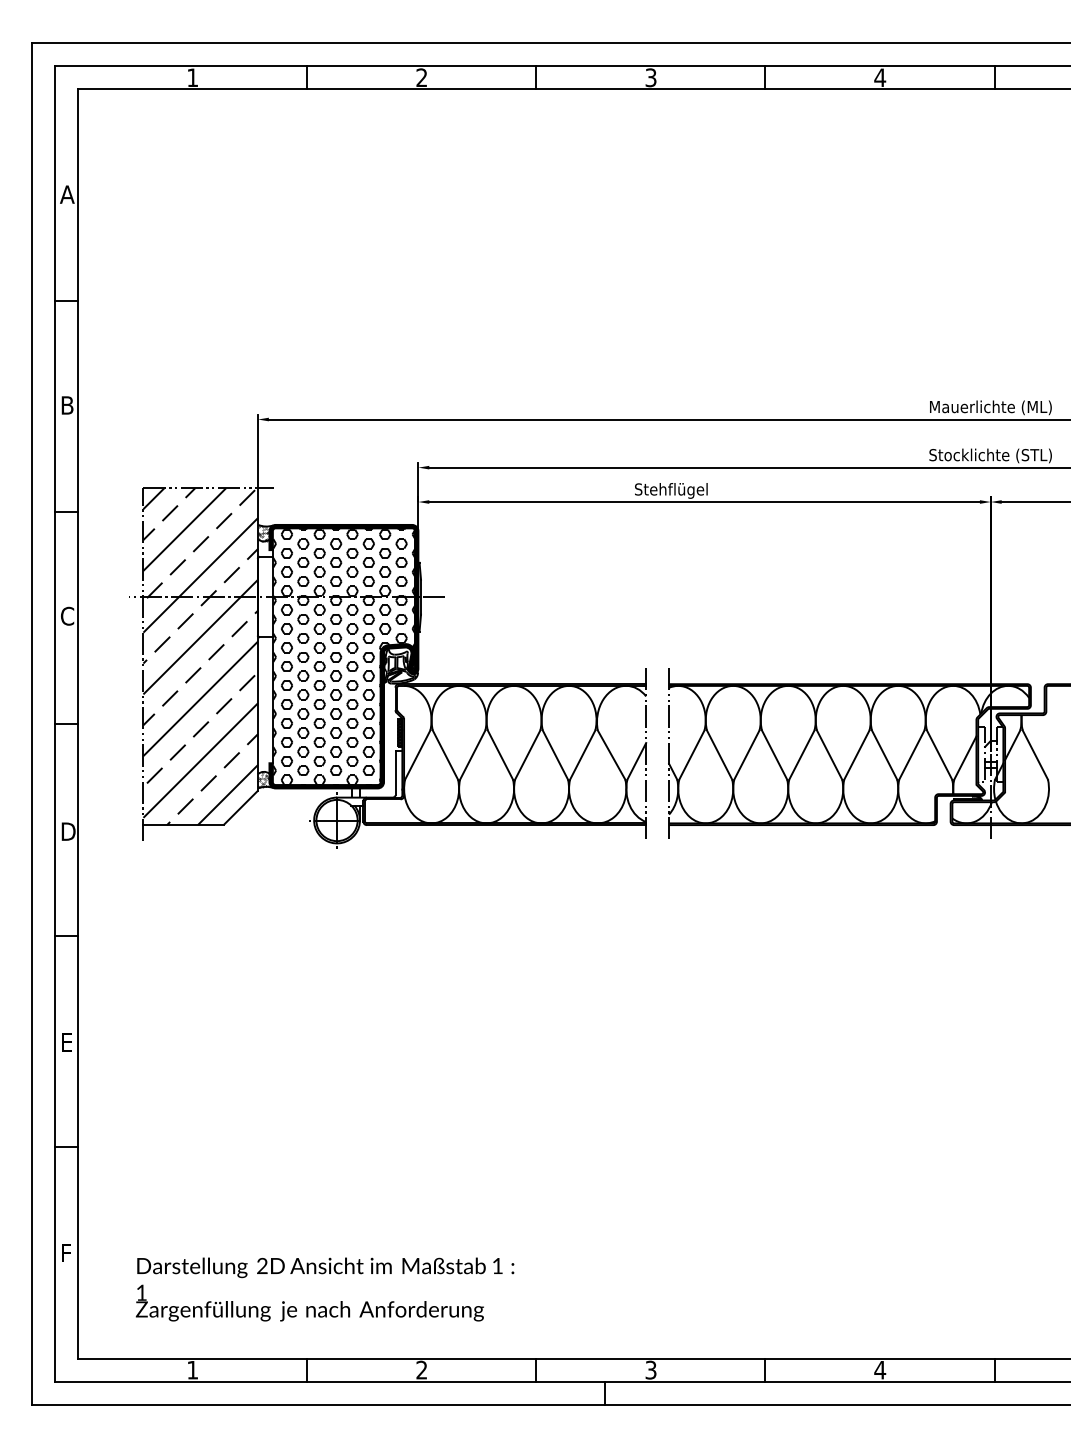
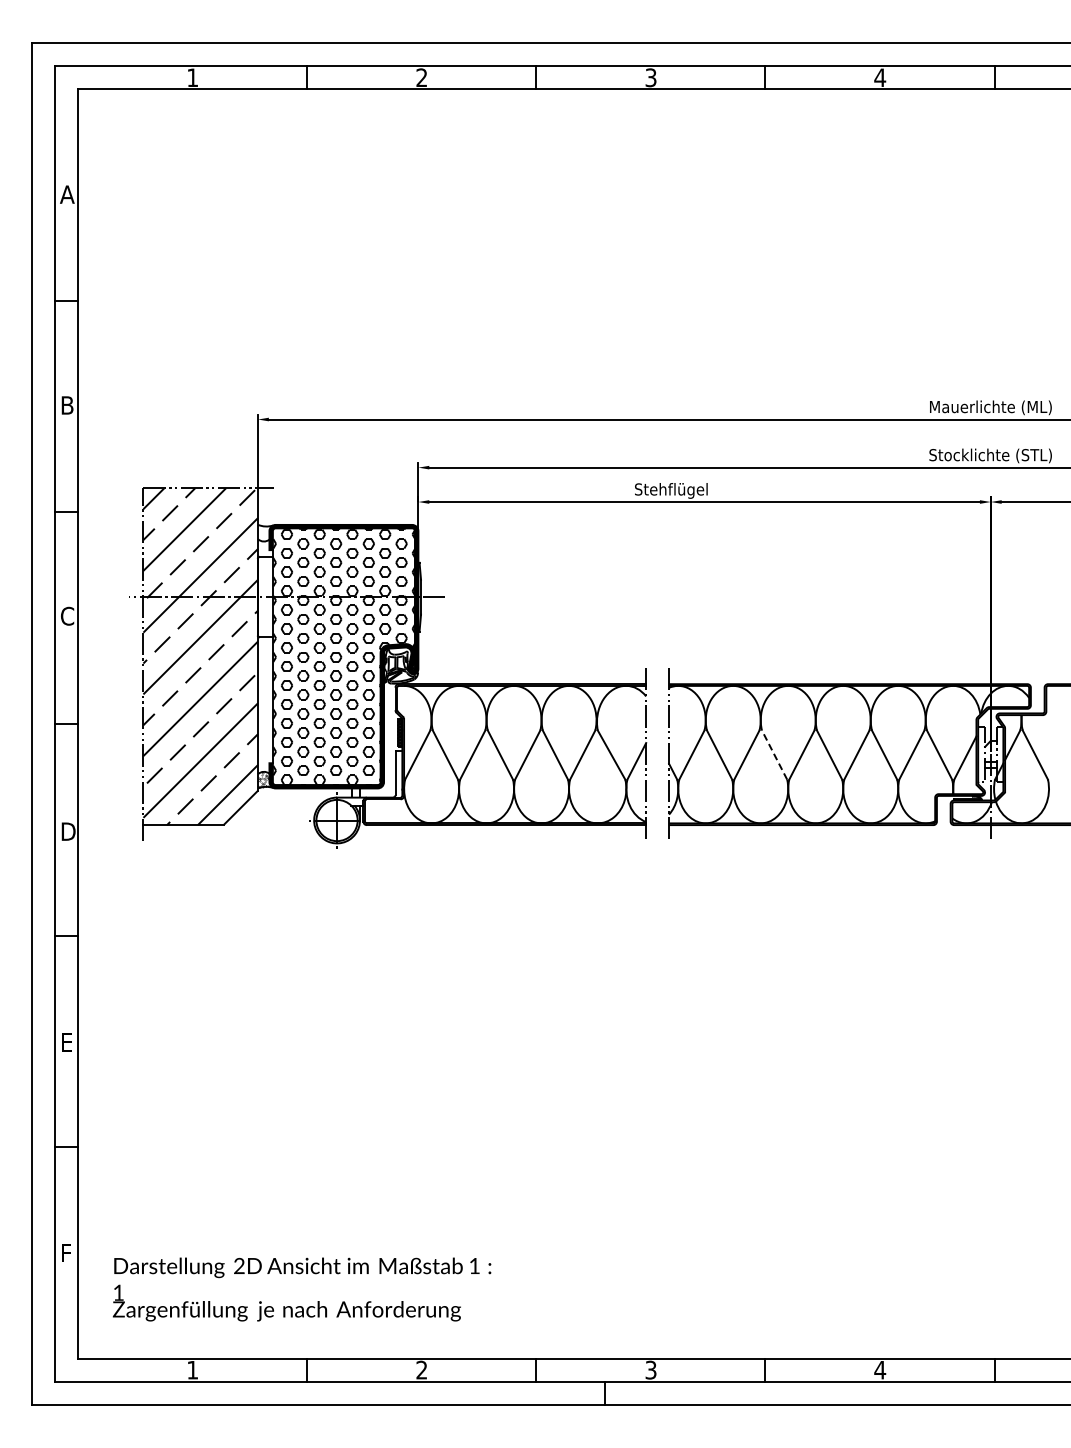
hatch at (264, 533): present -> none
line at (774, 755): solid -> dashed
text at (324, 1289) position: (324, 1289) -> (301, 1289)
